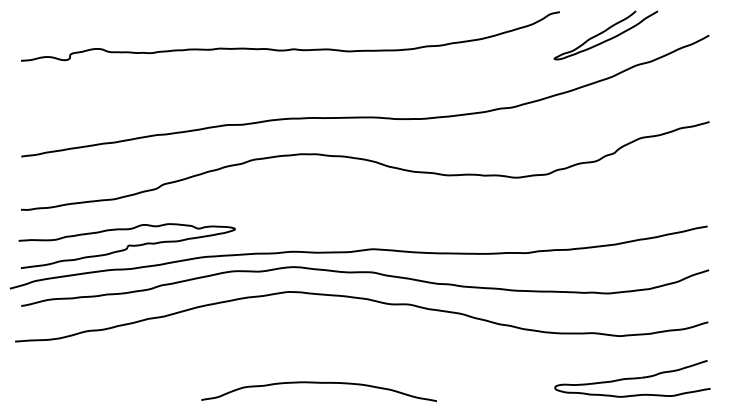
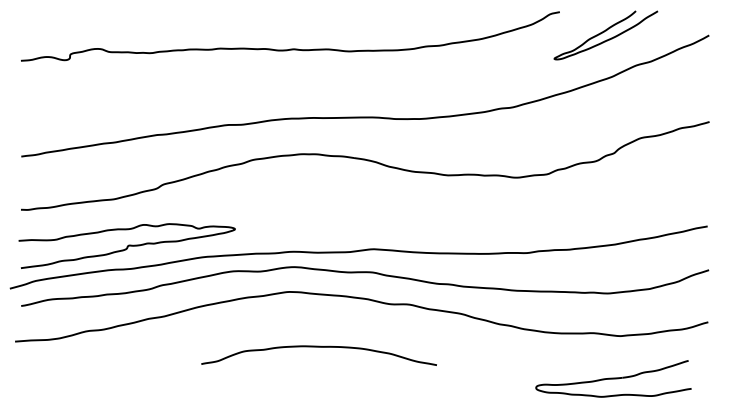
part at (632, 378) position: (632, 378) -> (613, 378)
curve at (318, 383) position: (318, 383) -> (318, 347)
